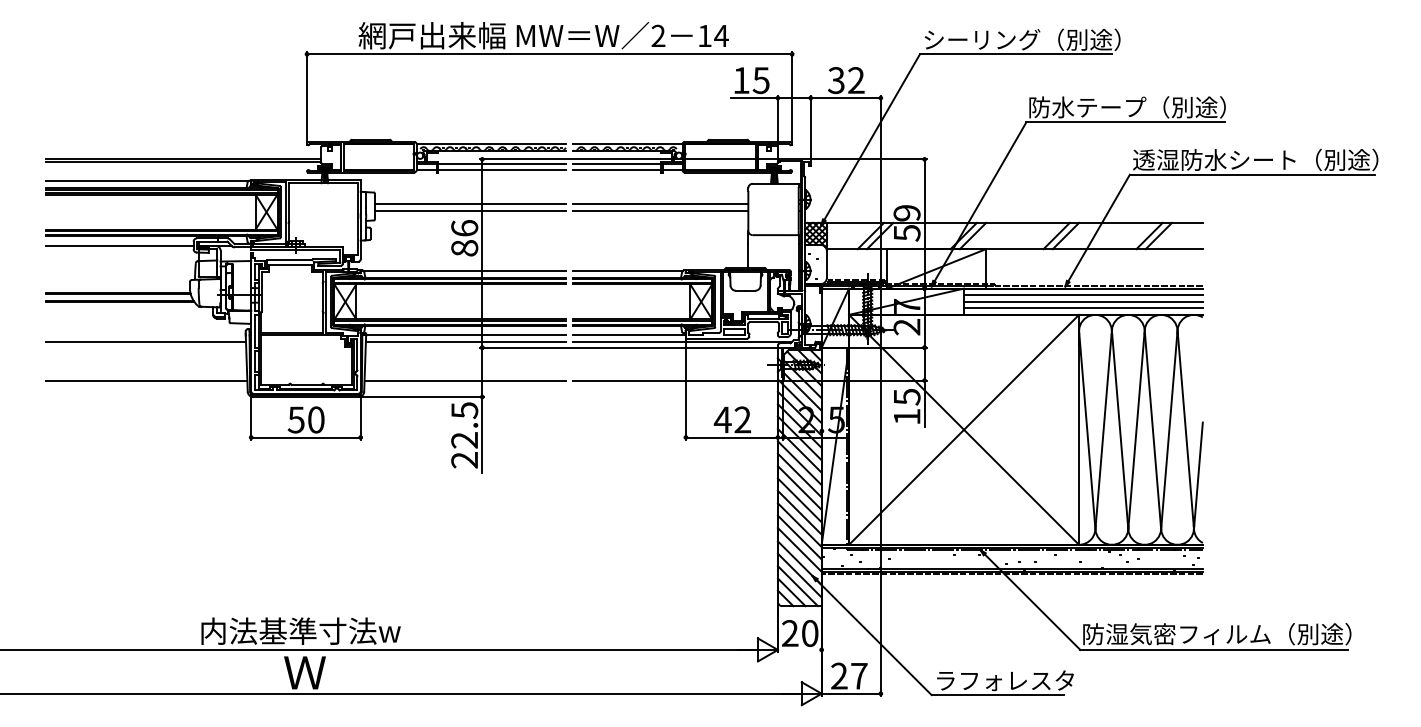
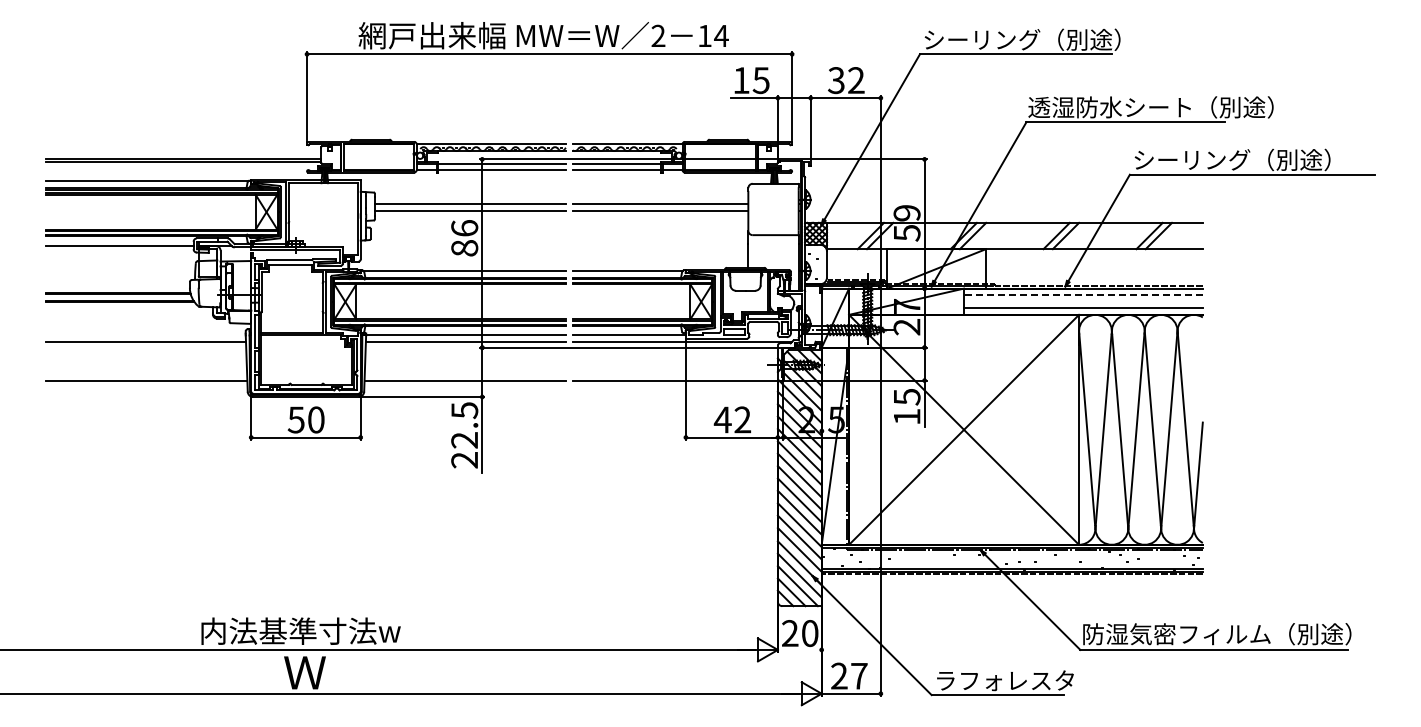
text at (1150, 107): 防水テープ（別途） -> 透湿防水シート（別途）
text at (1255, 159): 透湿防水シート（別途） -> シーリング（別途）
line at (1082, 295): solid -> dashed
line at (1083, 301): present -> none
